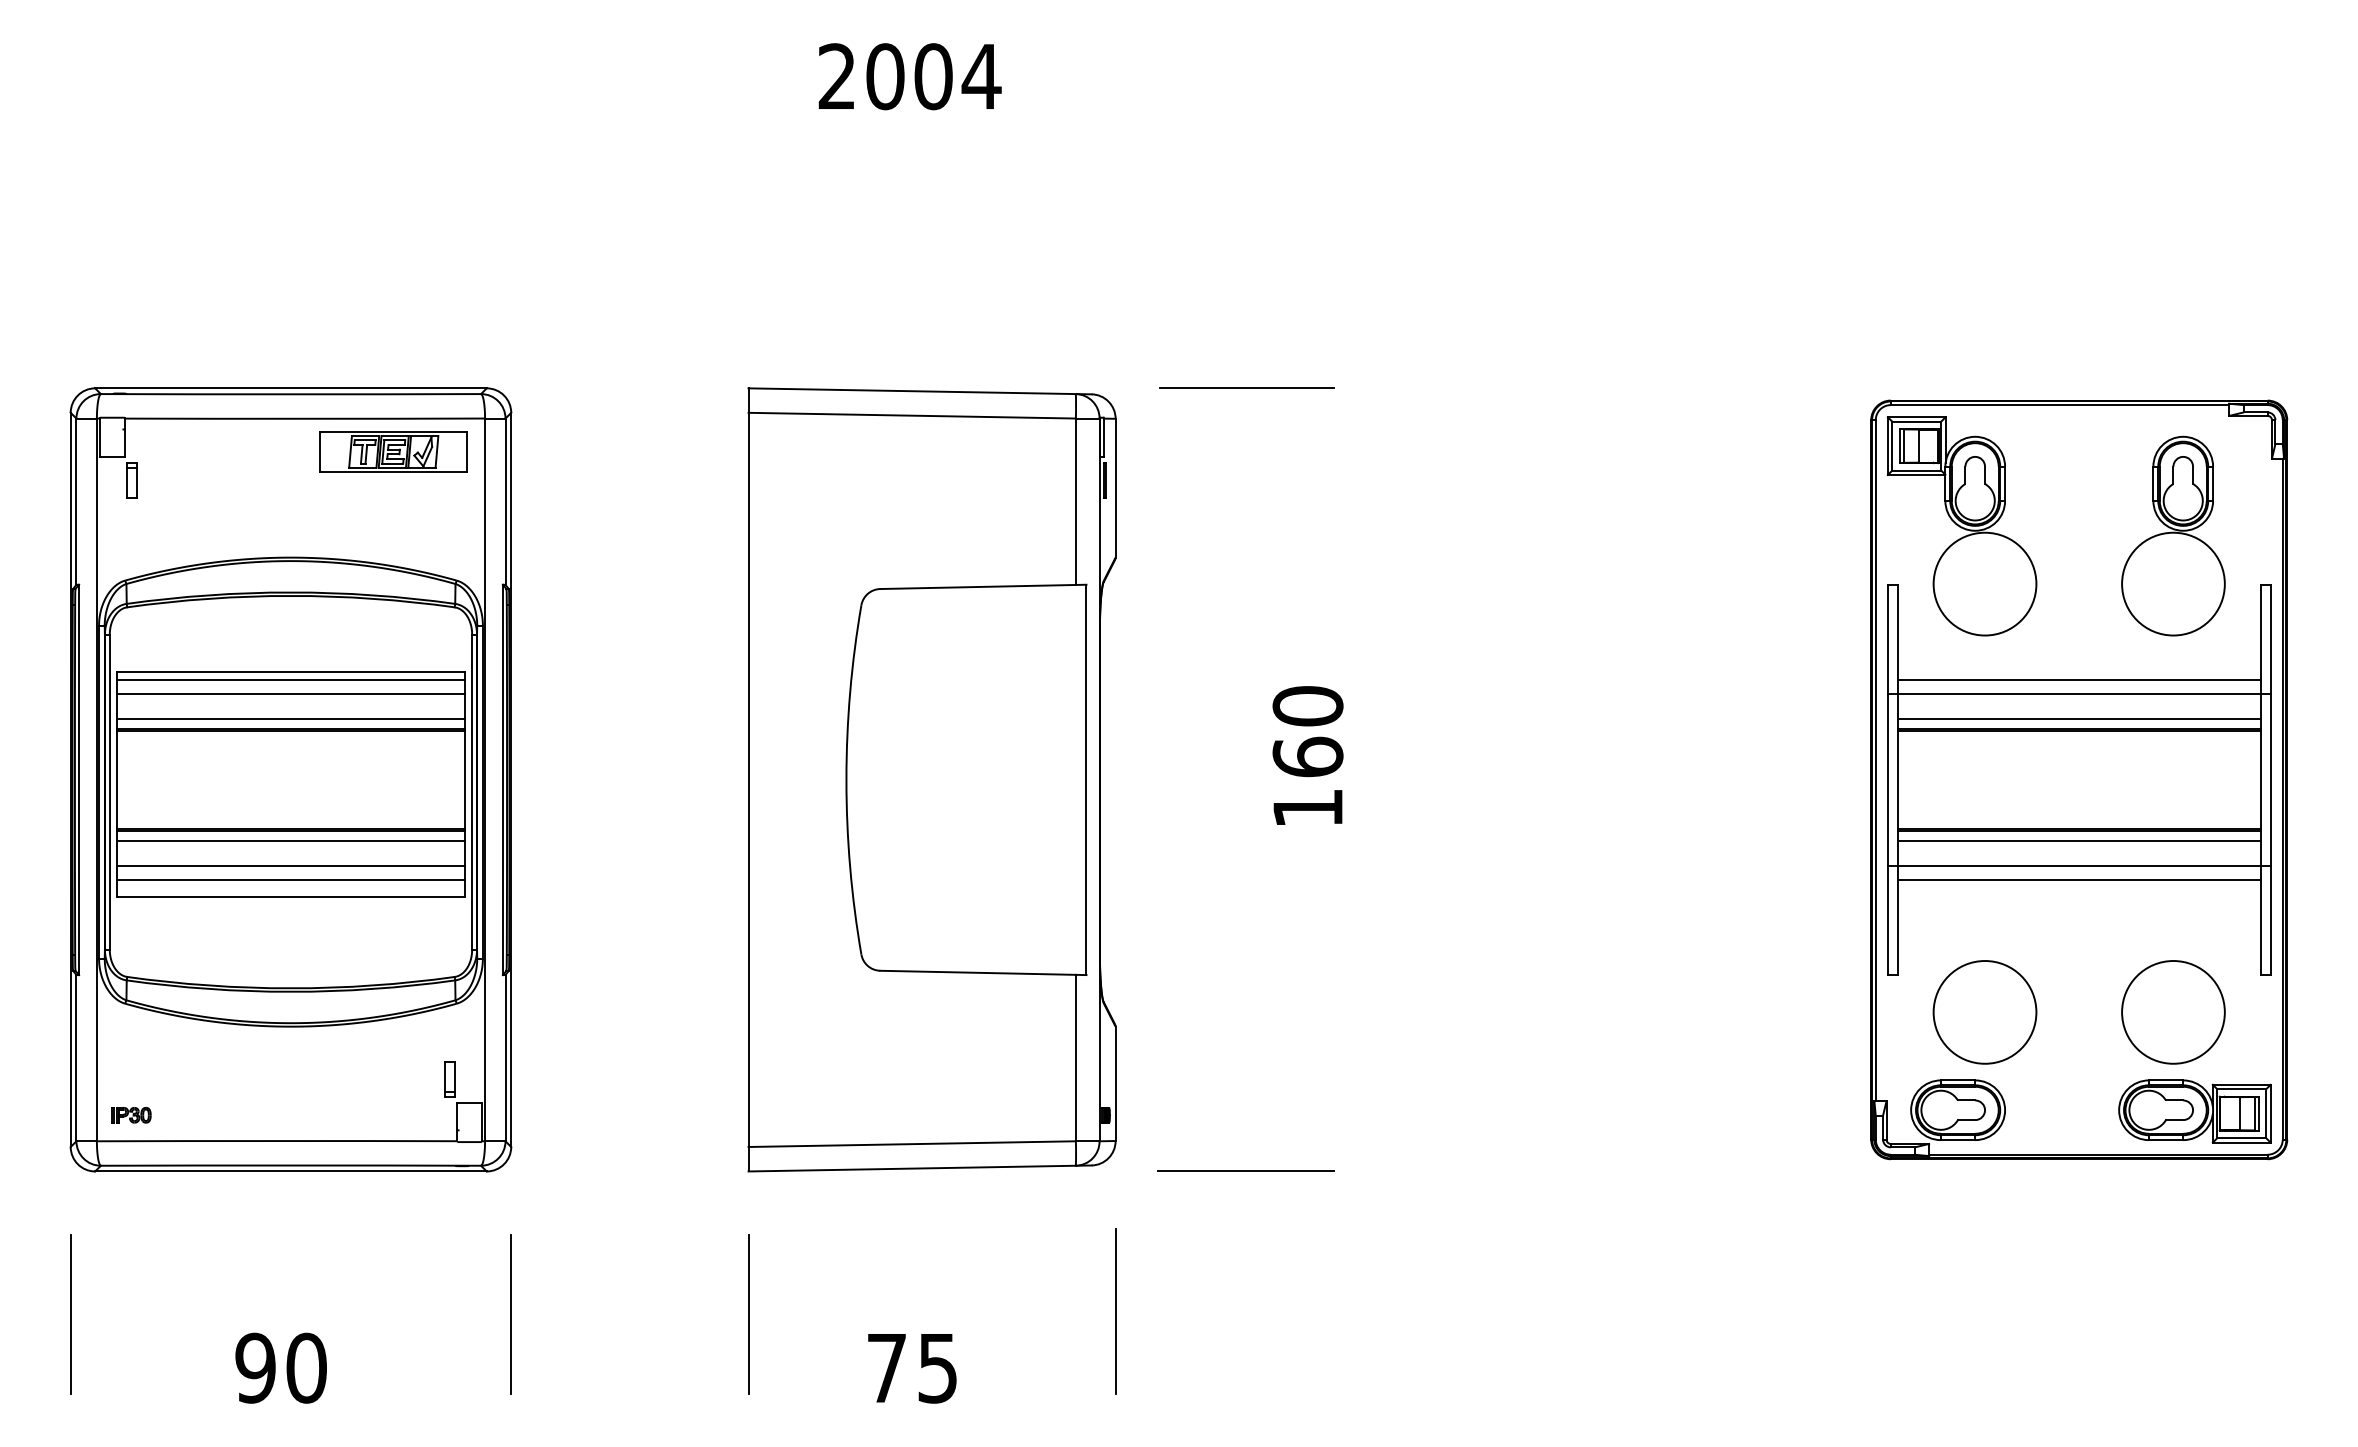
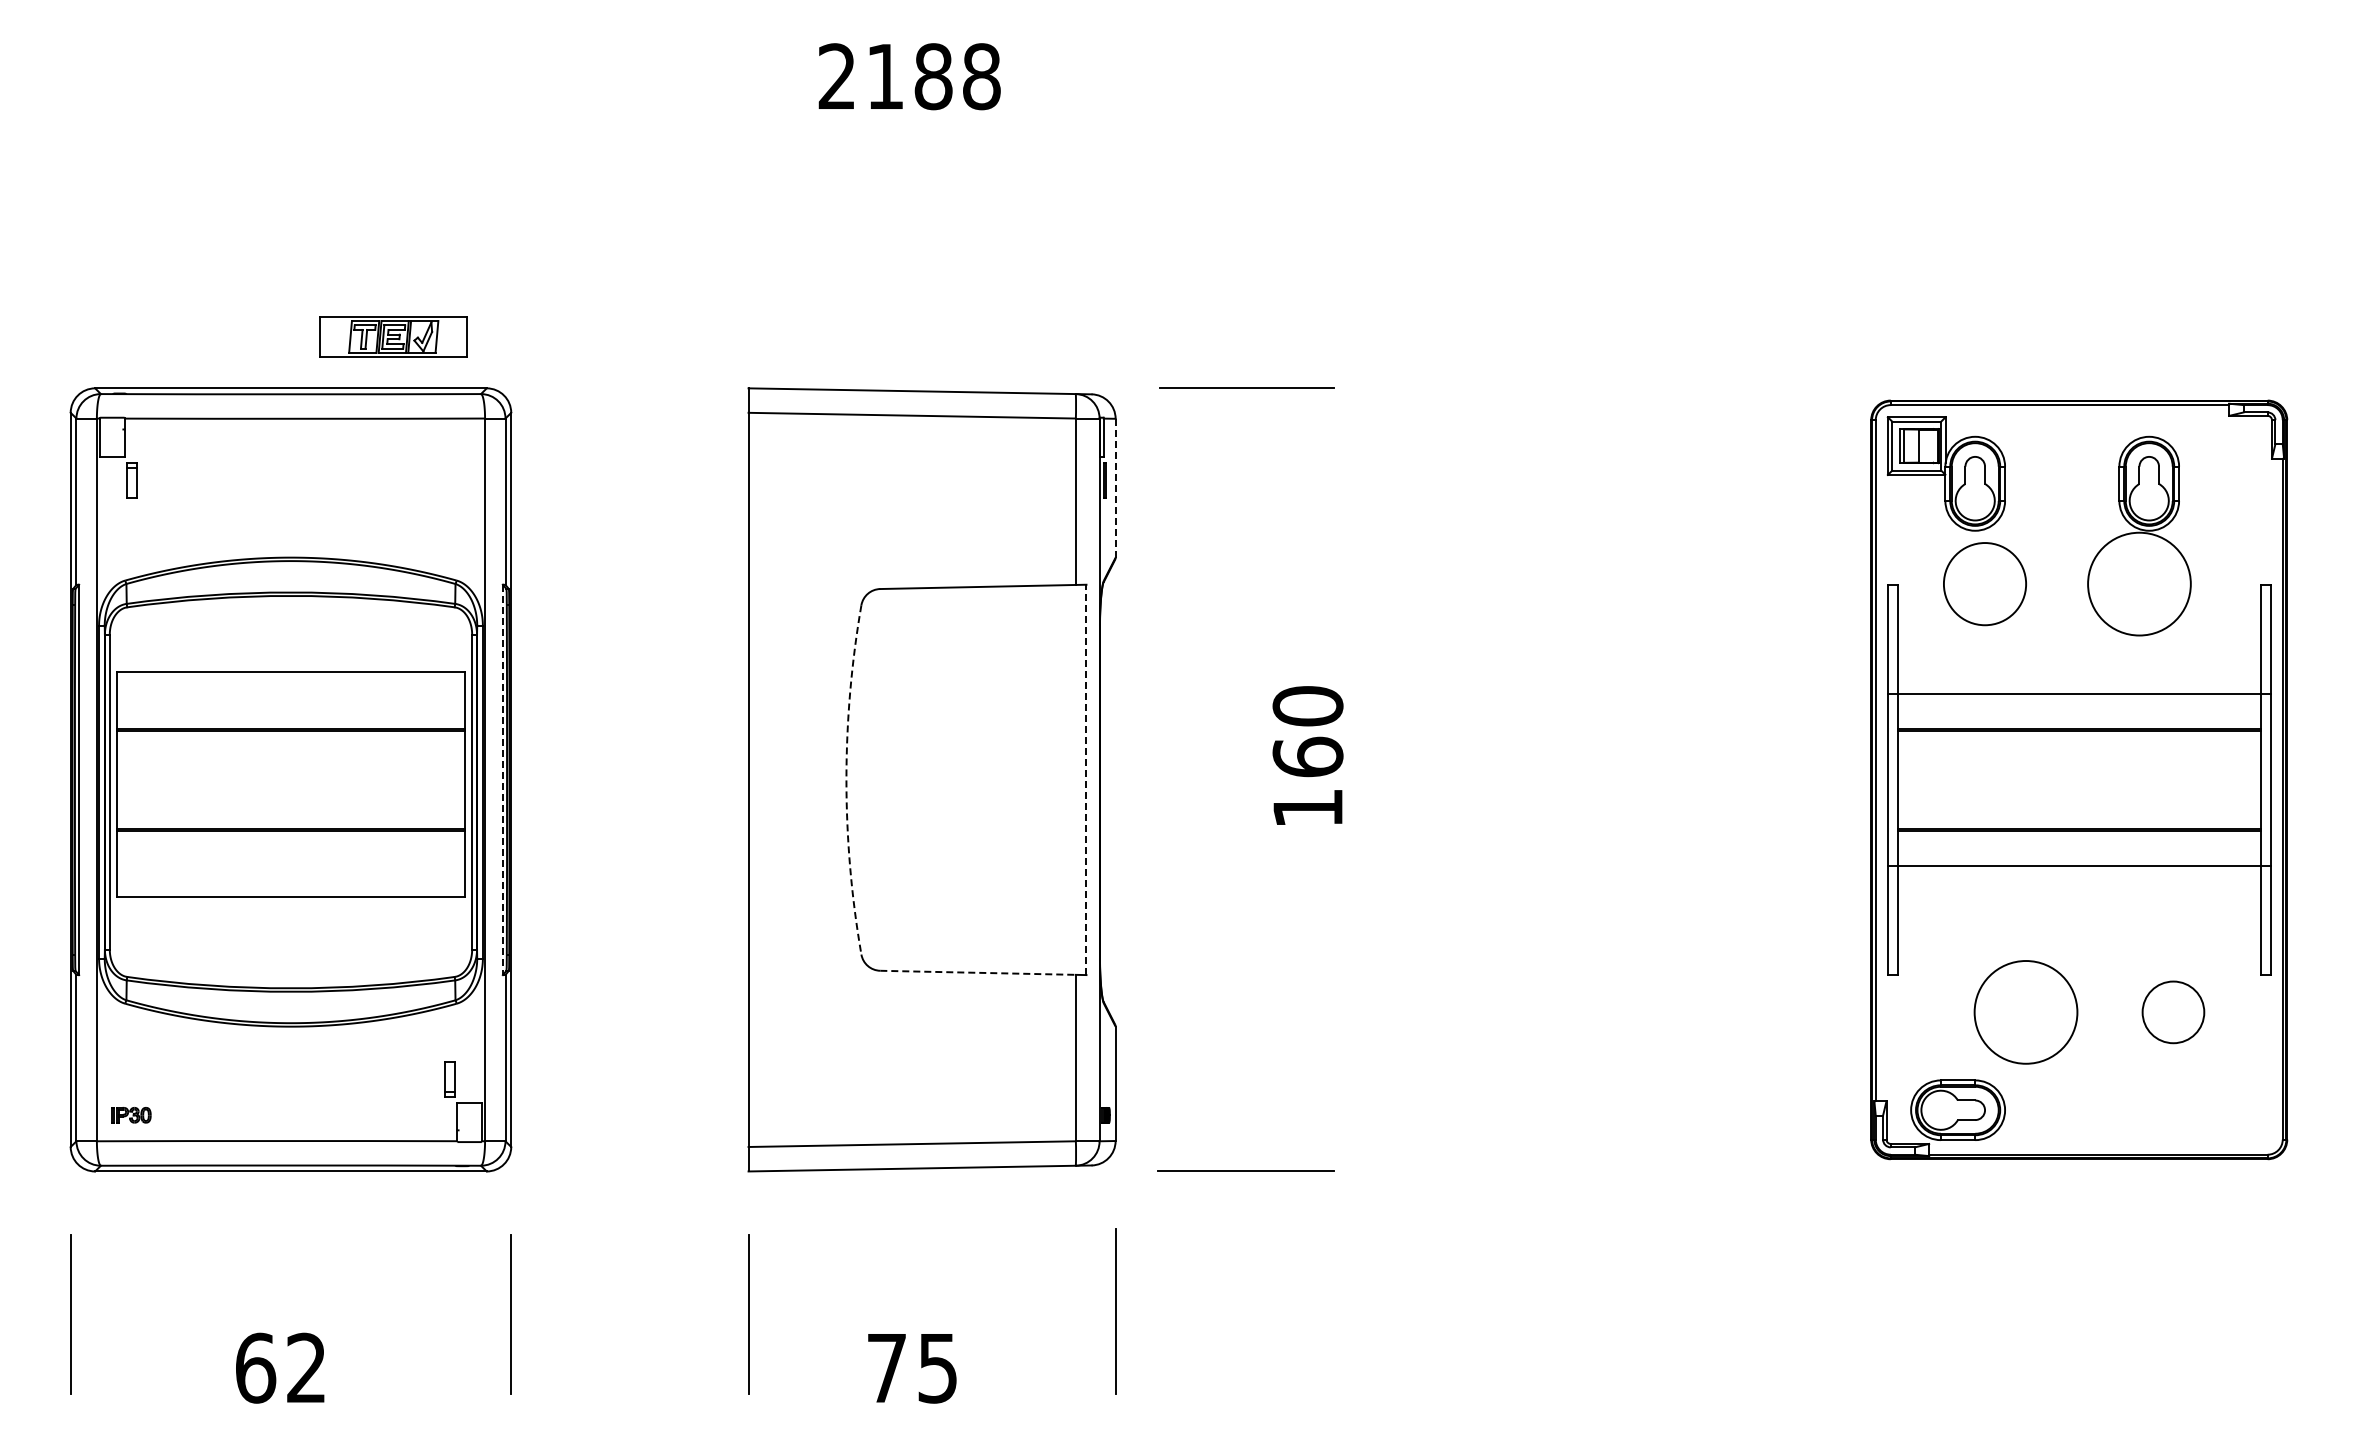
text at (933, 76): 2004 -> 2188
part at (393, 451) position: (393, 451) -> (393, 336)
line at (1115, 487): solid -> dashed
part at (2173, 535) position: (2173, 535) -> (2139, 535)
circle at (1984, 583) diameter: 103 px -> 82 px
line at (290, 679): present -> none
line at (2078, 679): present -> none
line at (290, 694): present -> none
line at (290, 718): present -> none
line at (2078, 718): present -> none
arc at (846, 779): solid -> dashed
line at (1086, 779): solid -> dashed
line at (502, 780): solid -> dashed
line at (290, 841): present -> none
line at (2078, 841): present -> none
line at (290, 865): present -> none
line at (290, 880): present -> none
line at (2078, 880): present -> none
line at (978, 972): solid -> dashed
circle at (1984, 1012) position: (1984, 1012) -> (2025, 1012)
circle at (2173, 1012) diameter: 103 px -> 62 px
part at (2194, 1111): present -> none
text at (280, 1367): 90 -> 62
